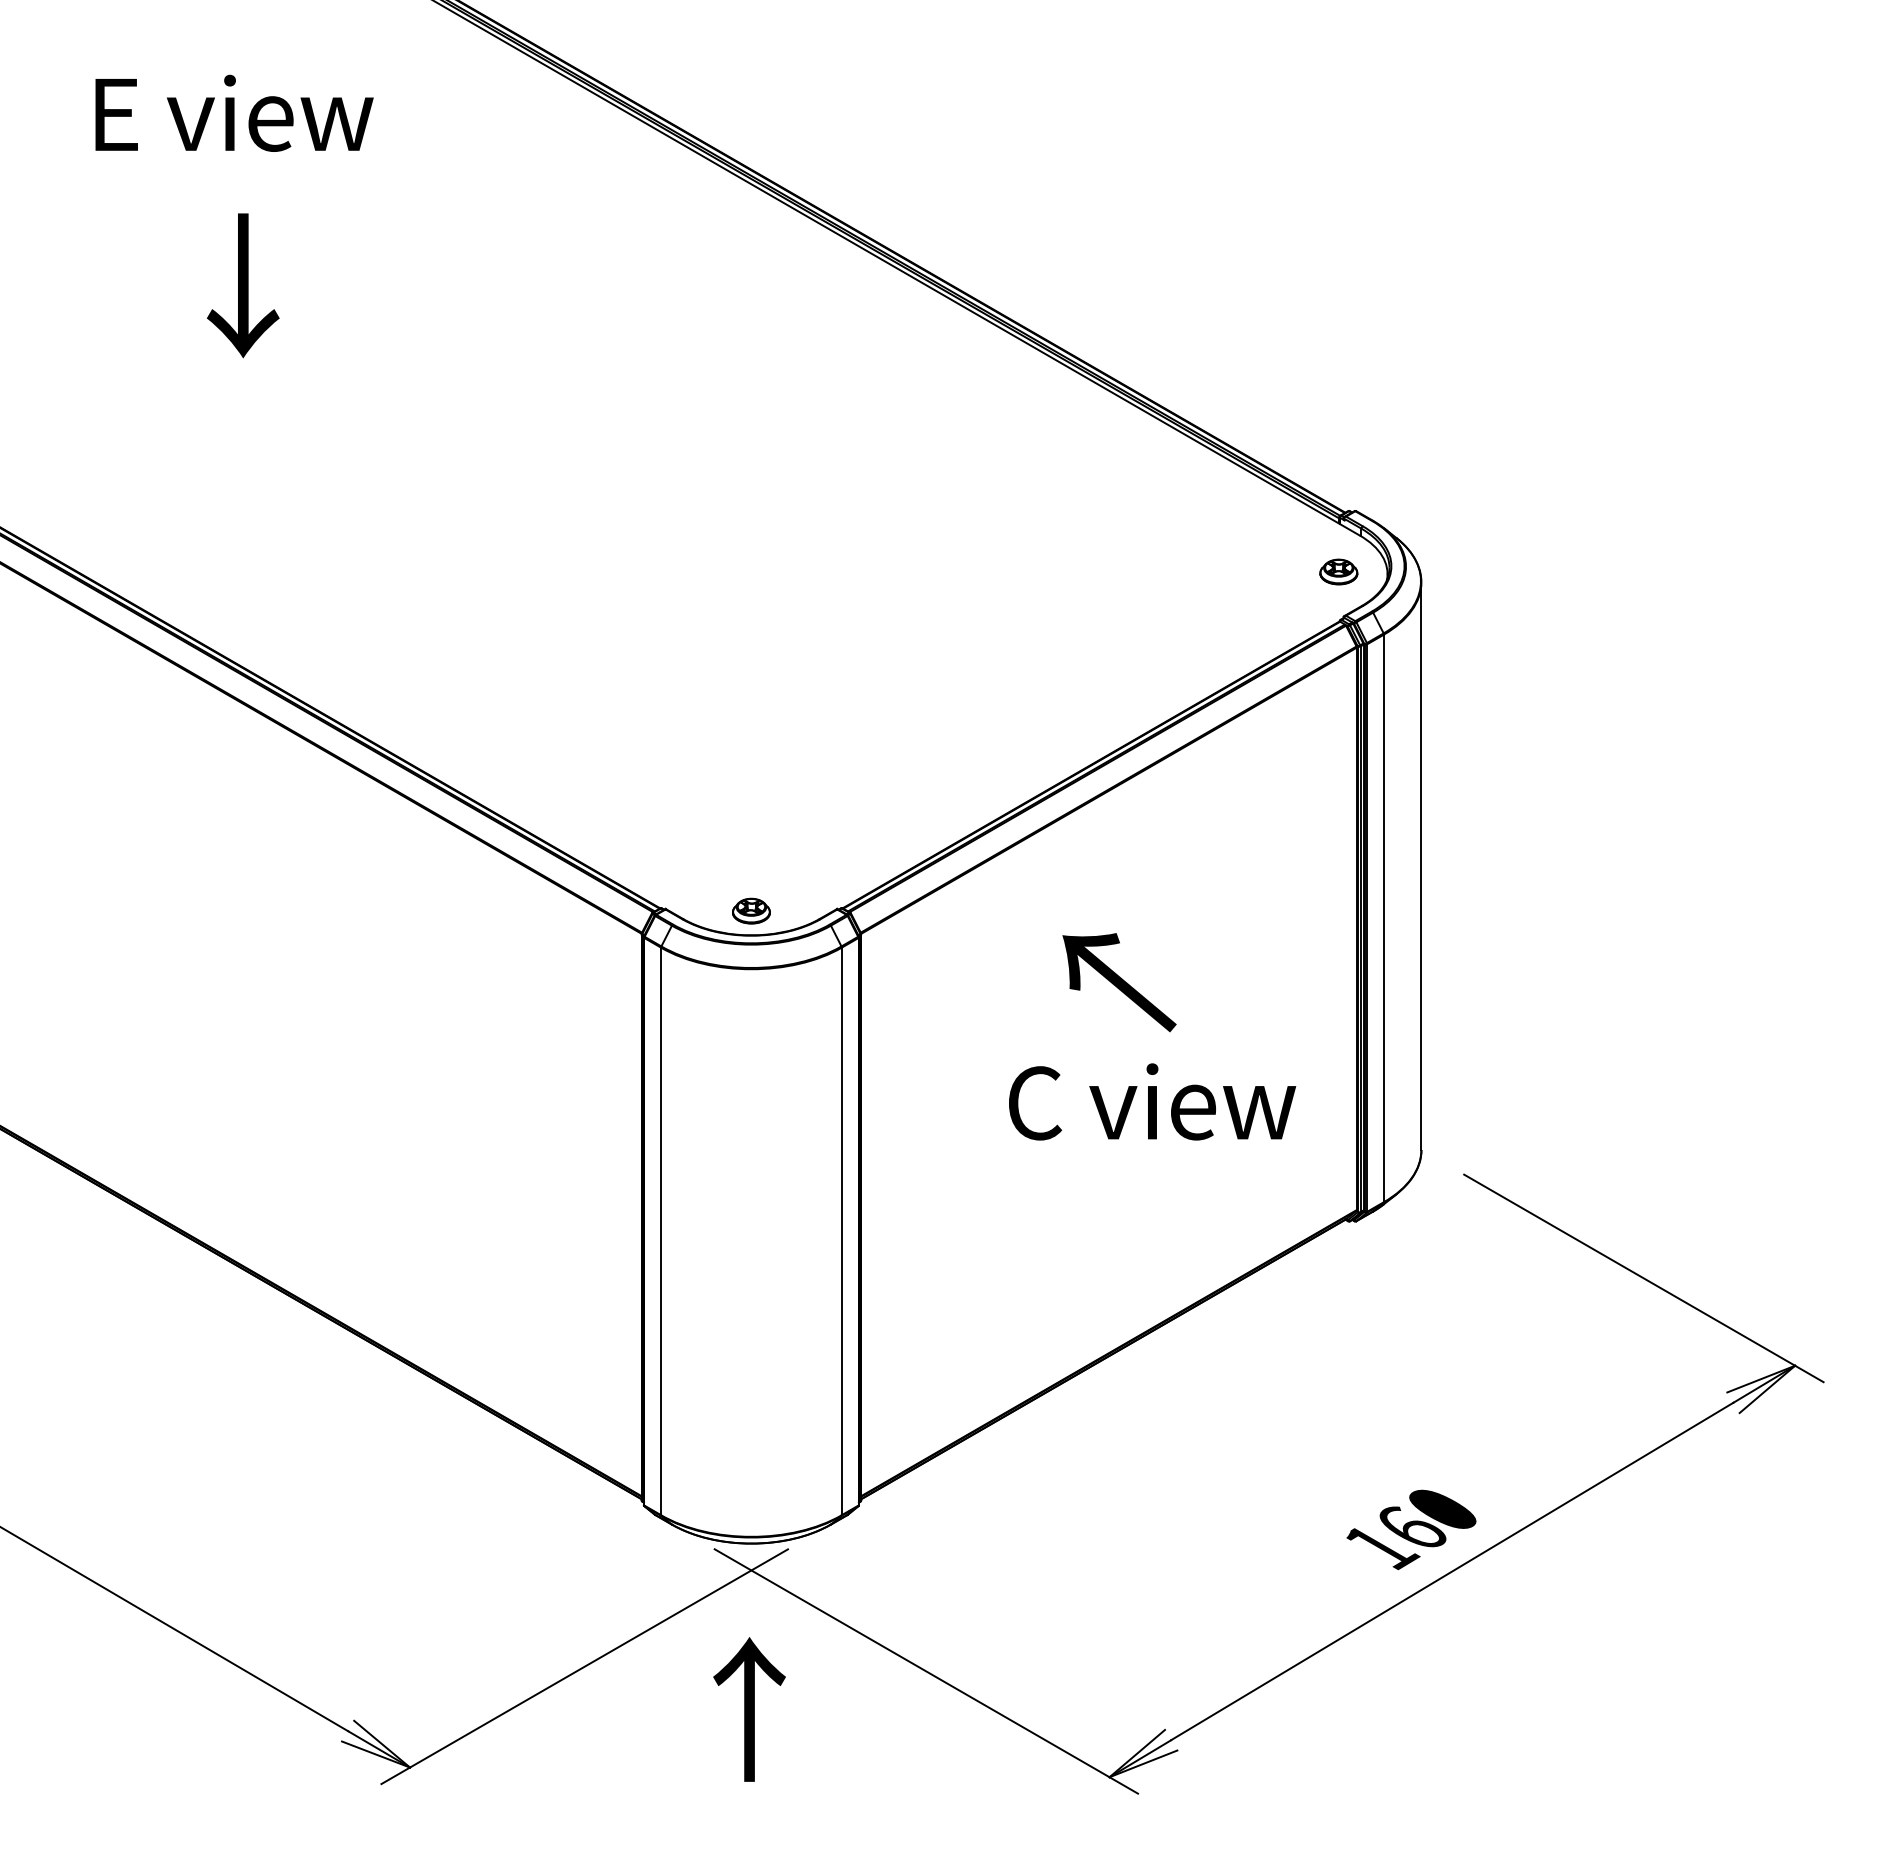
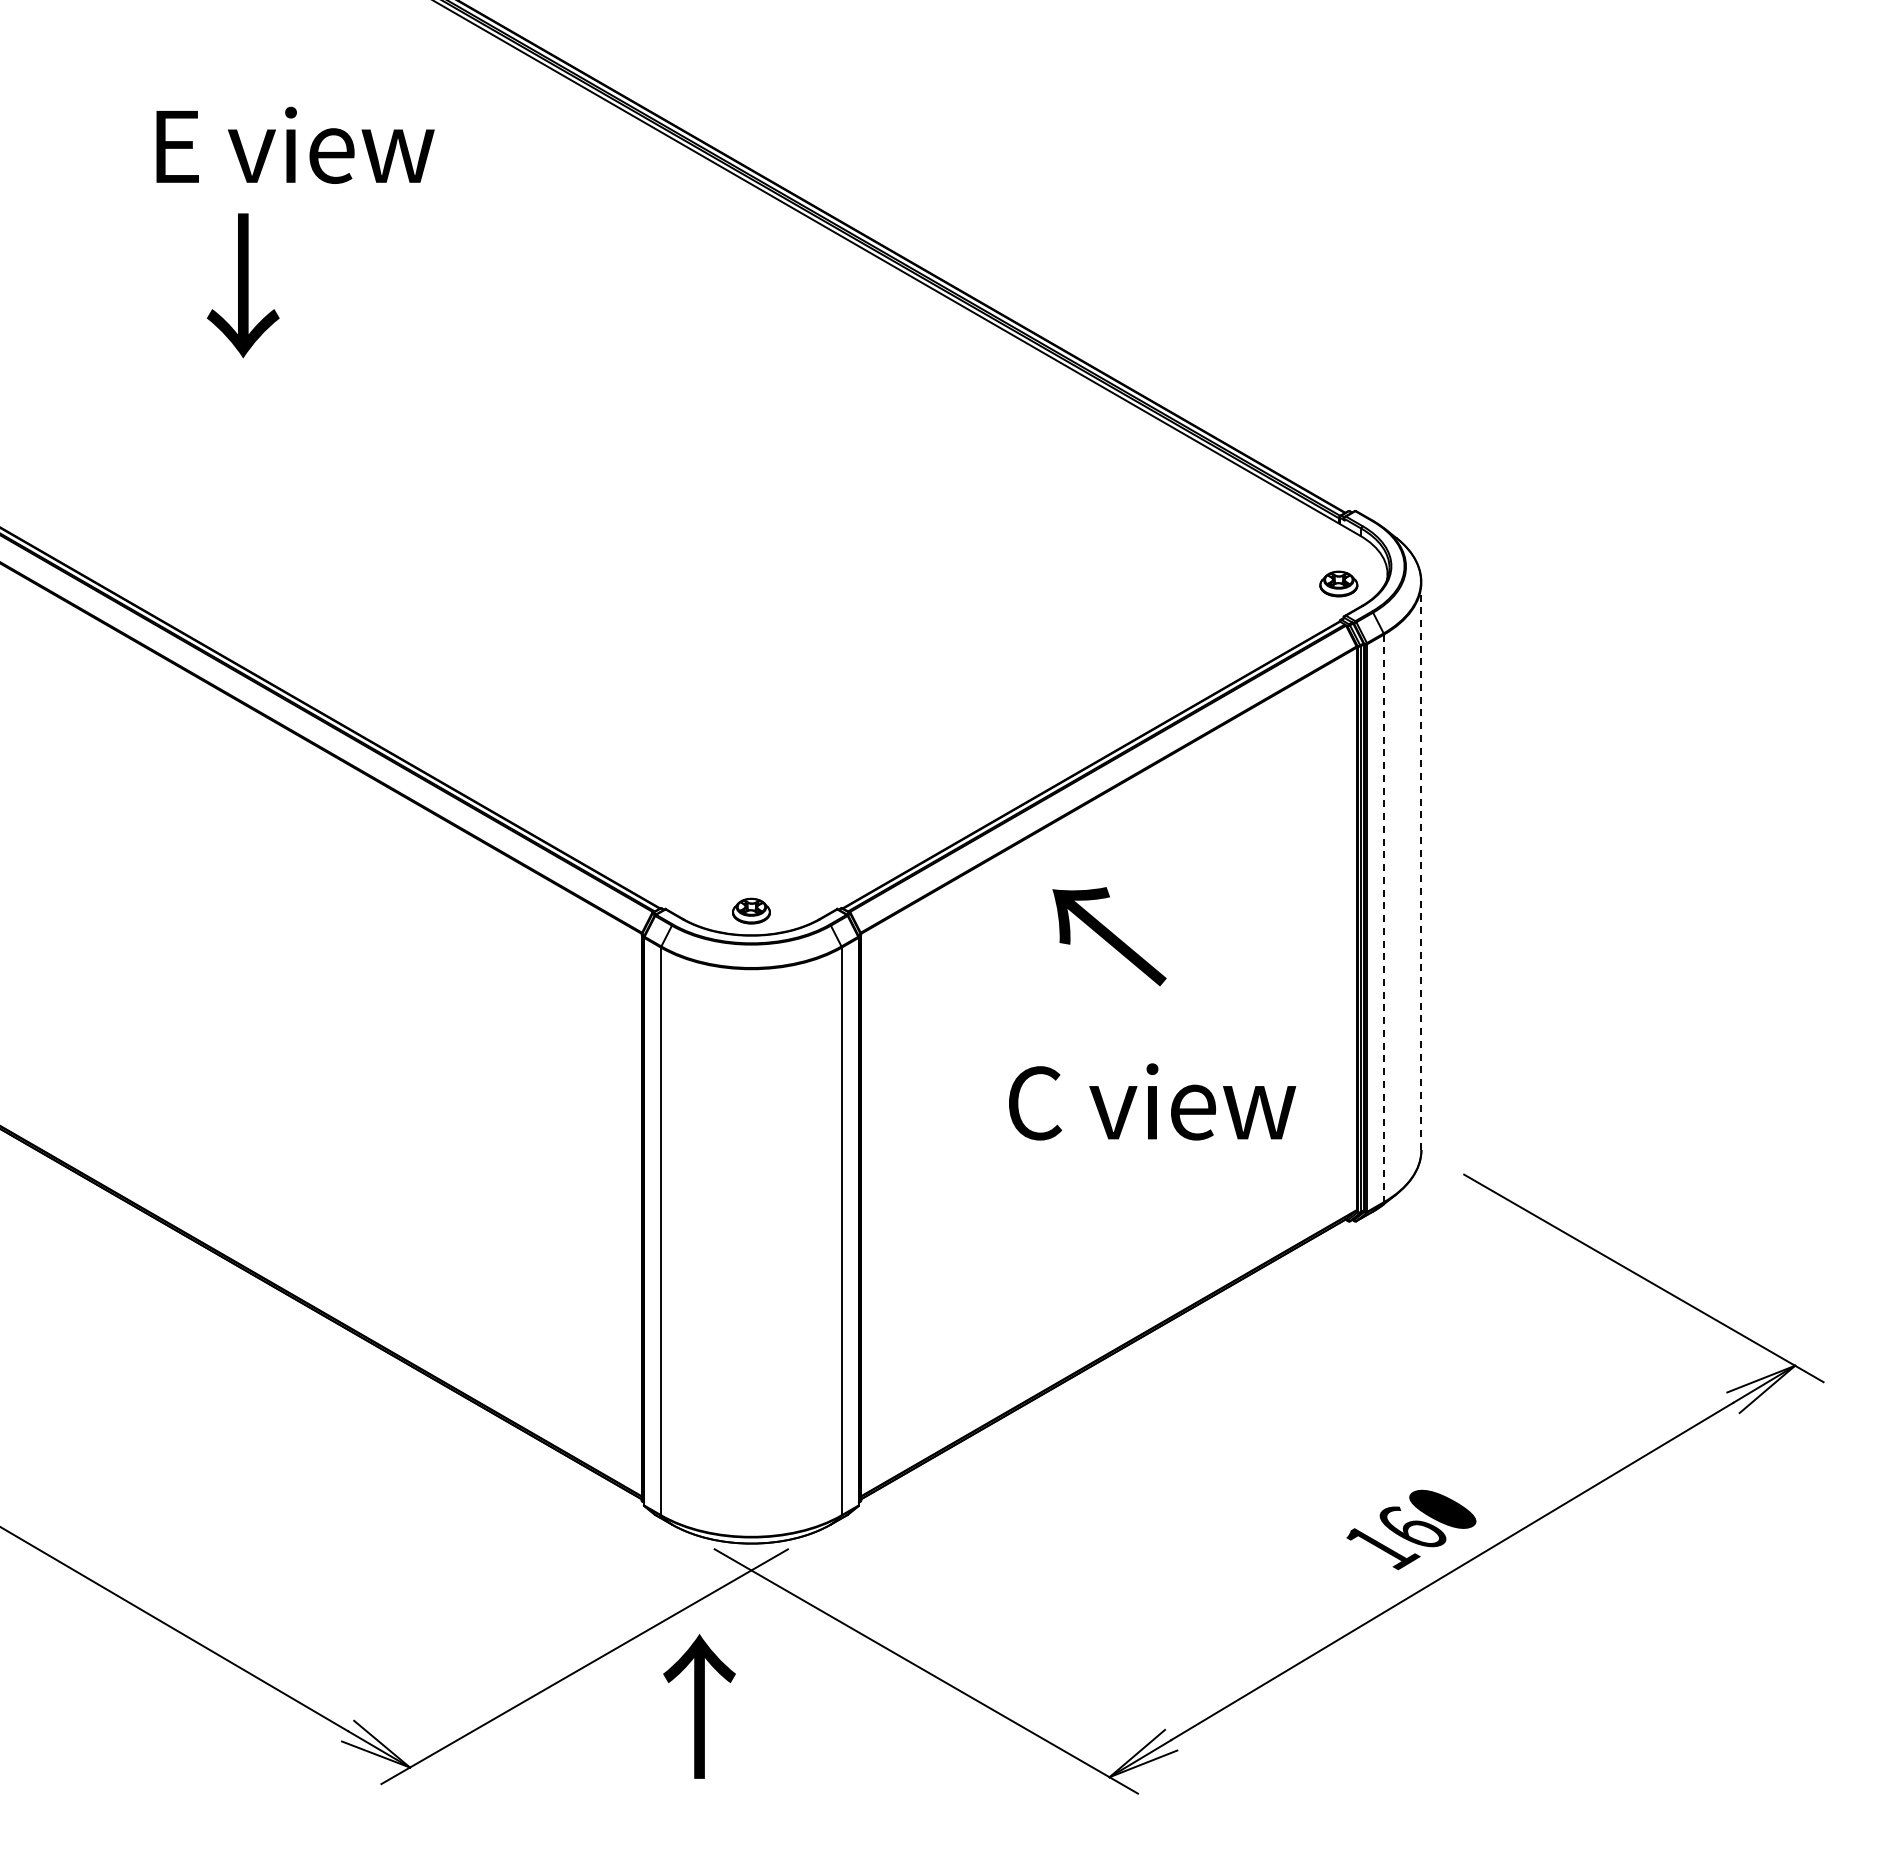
text at (234, 112) position: (234, 112) -> (295, 144)
part at (1338, 571) position: (1338, 571) -> (1338, 583)
line at (1421, 866): solid -> dashed
line at (1383, 918): solid -> dashed
text at (1119, 982) position: (1119, 982) -> (1109, 936)
text at (749, 1709) position: (749, 1709) -> (699, 1706)
